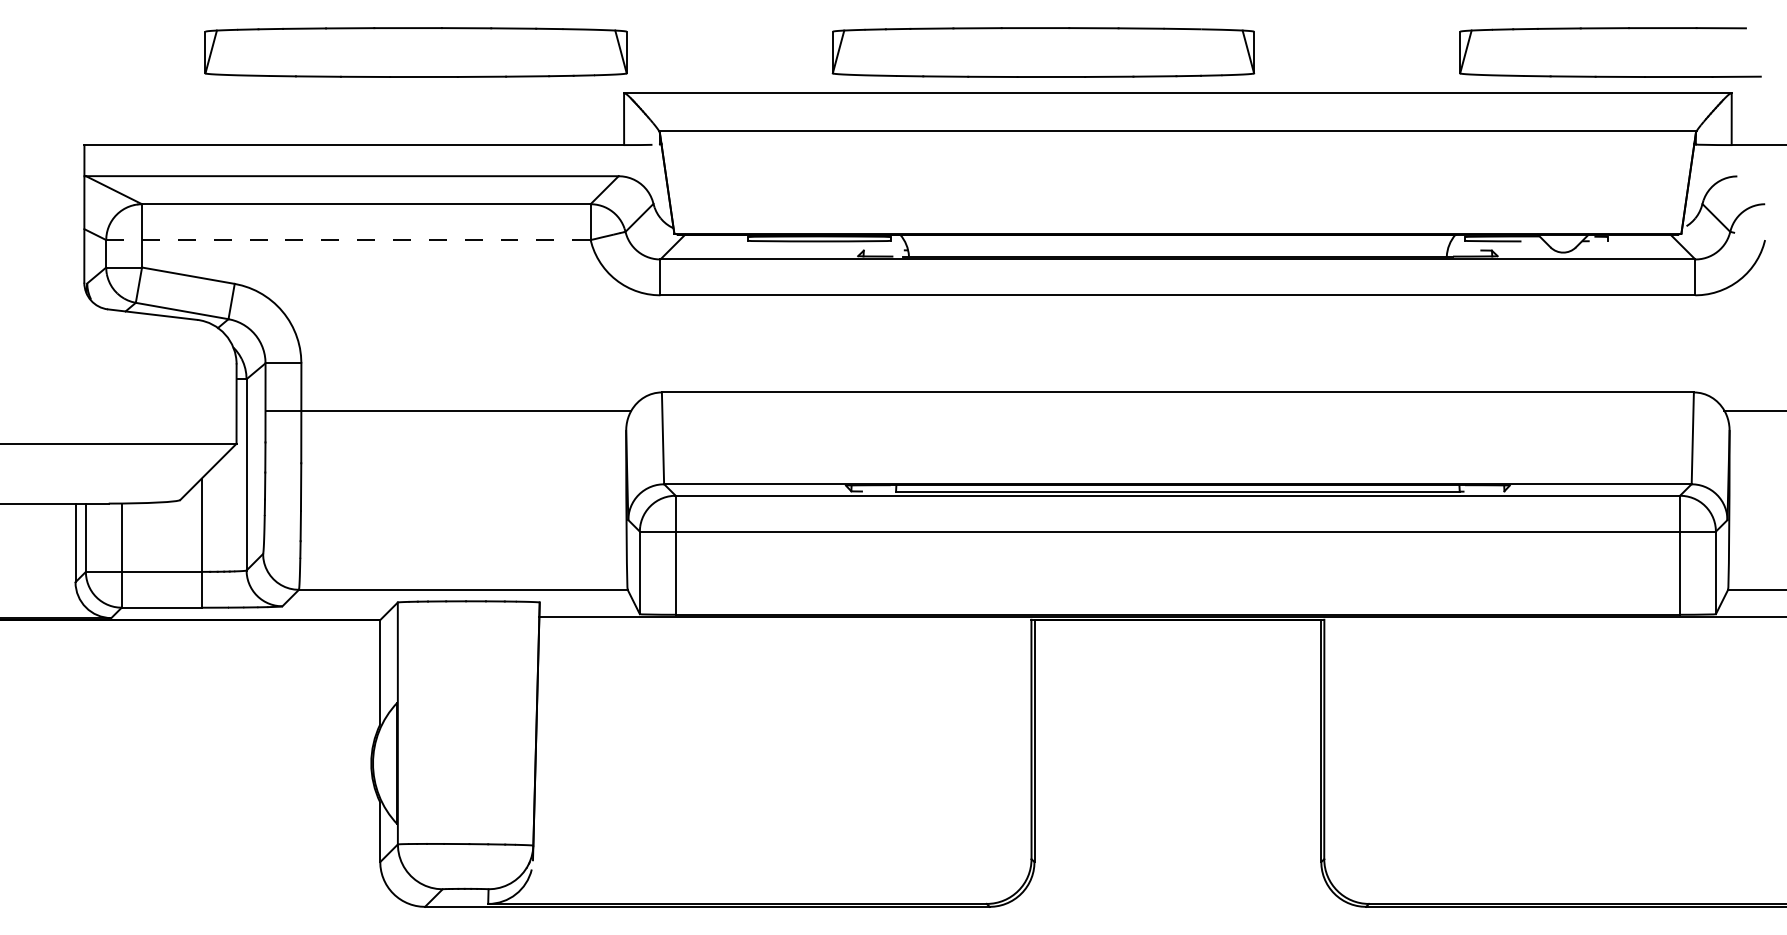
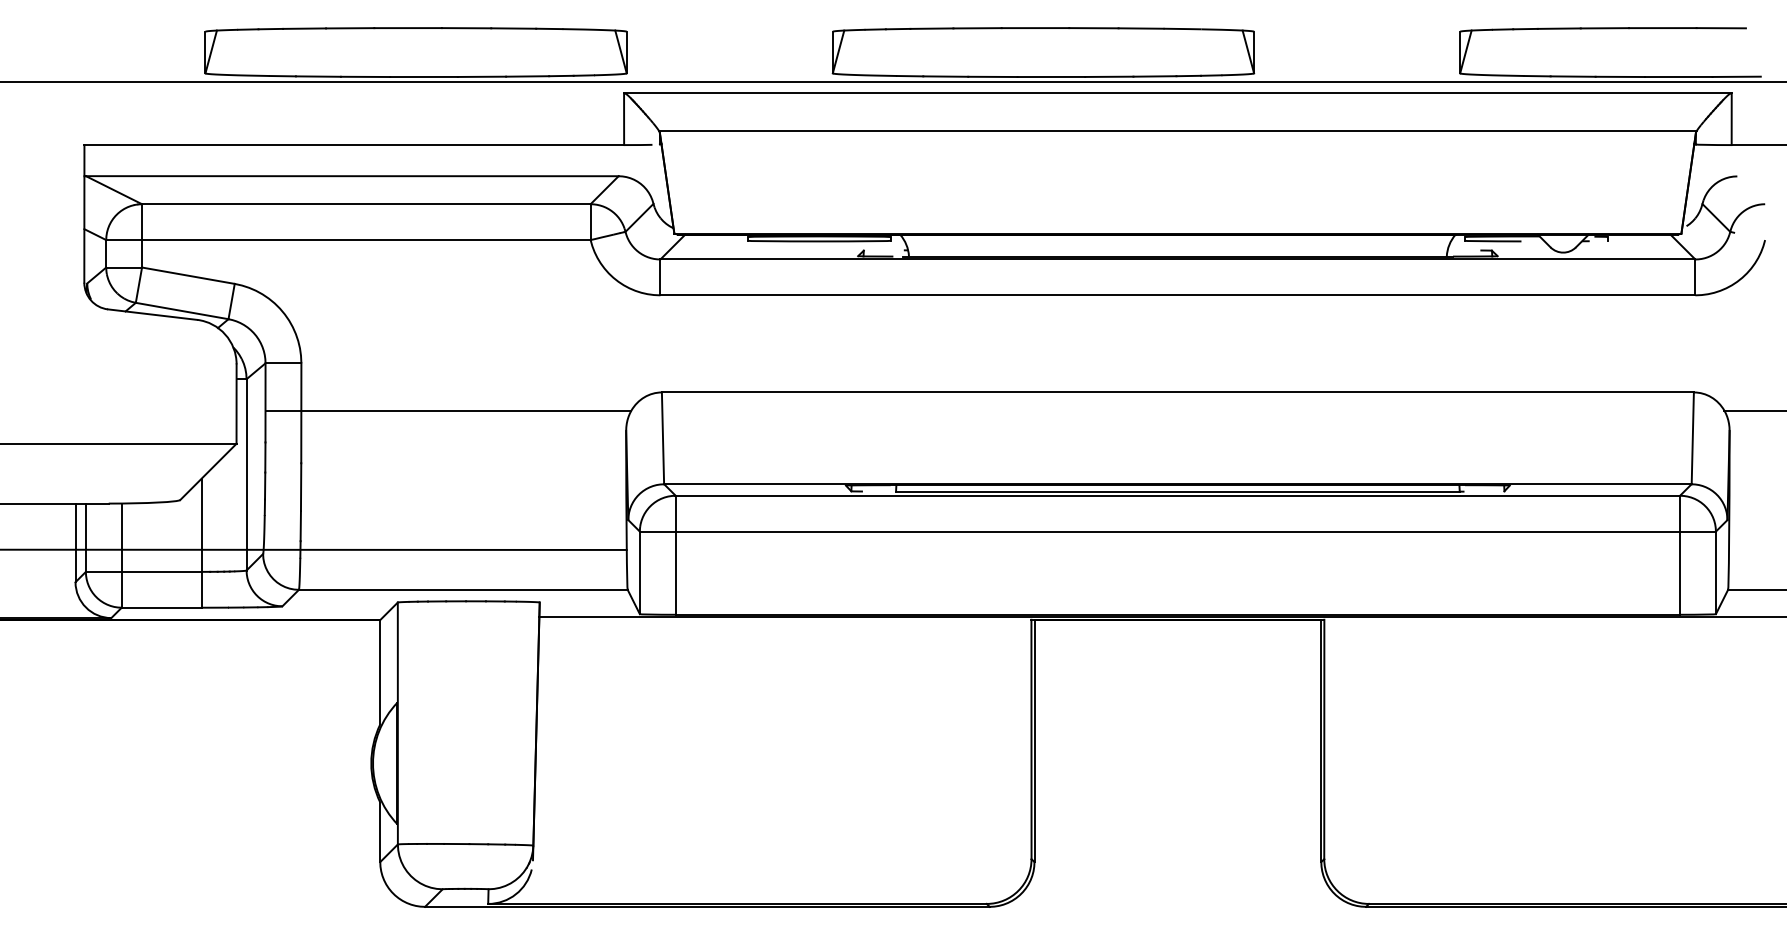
line at (892, 82): none -> present
line at (348, 240): dashed -> solid
line at (314, 549): none -> present
